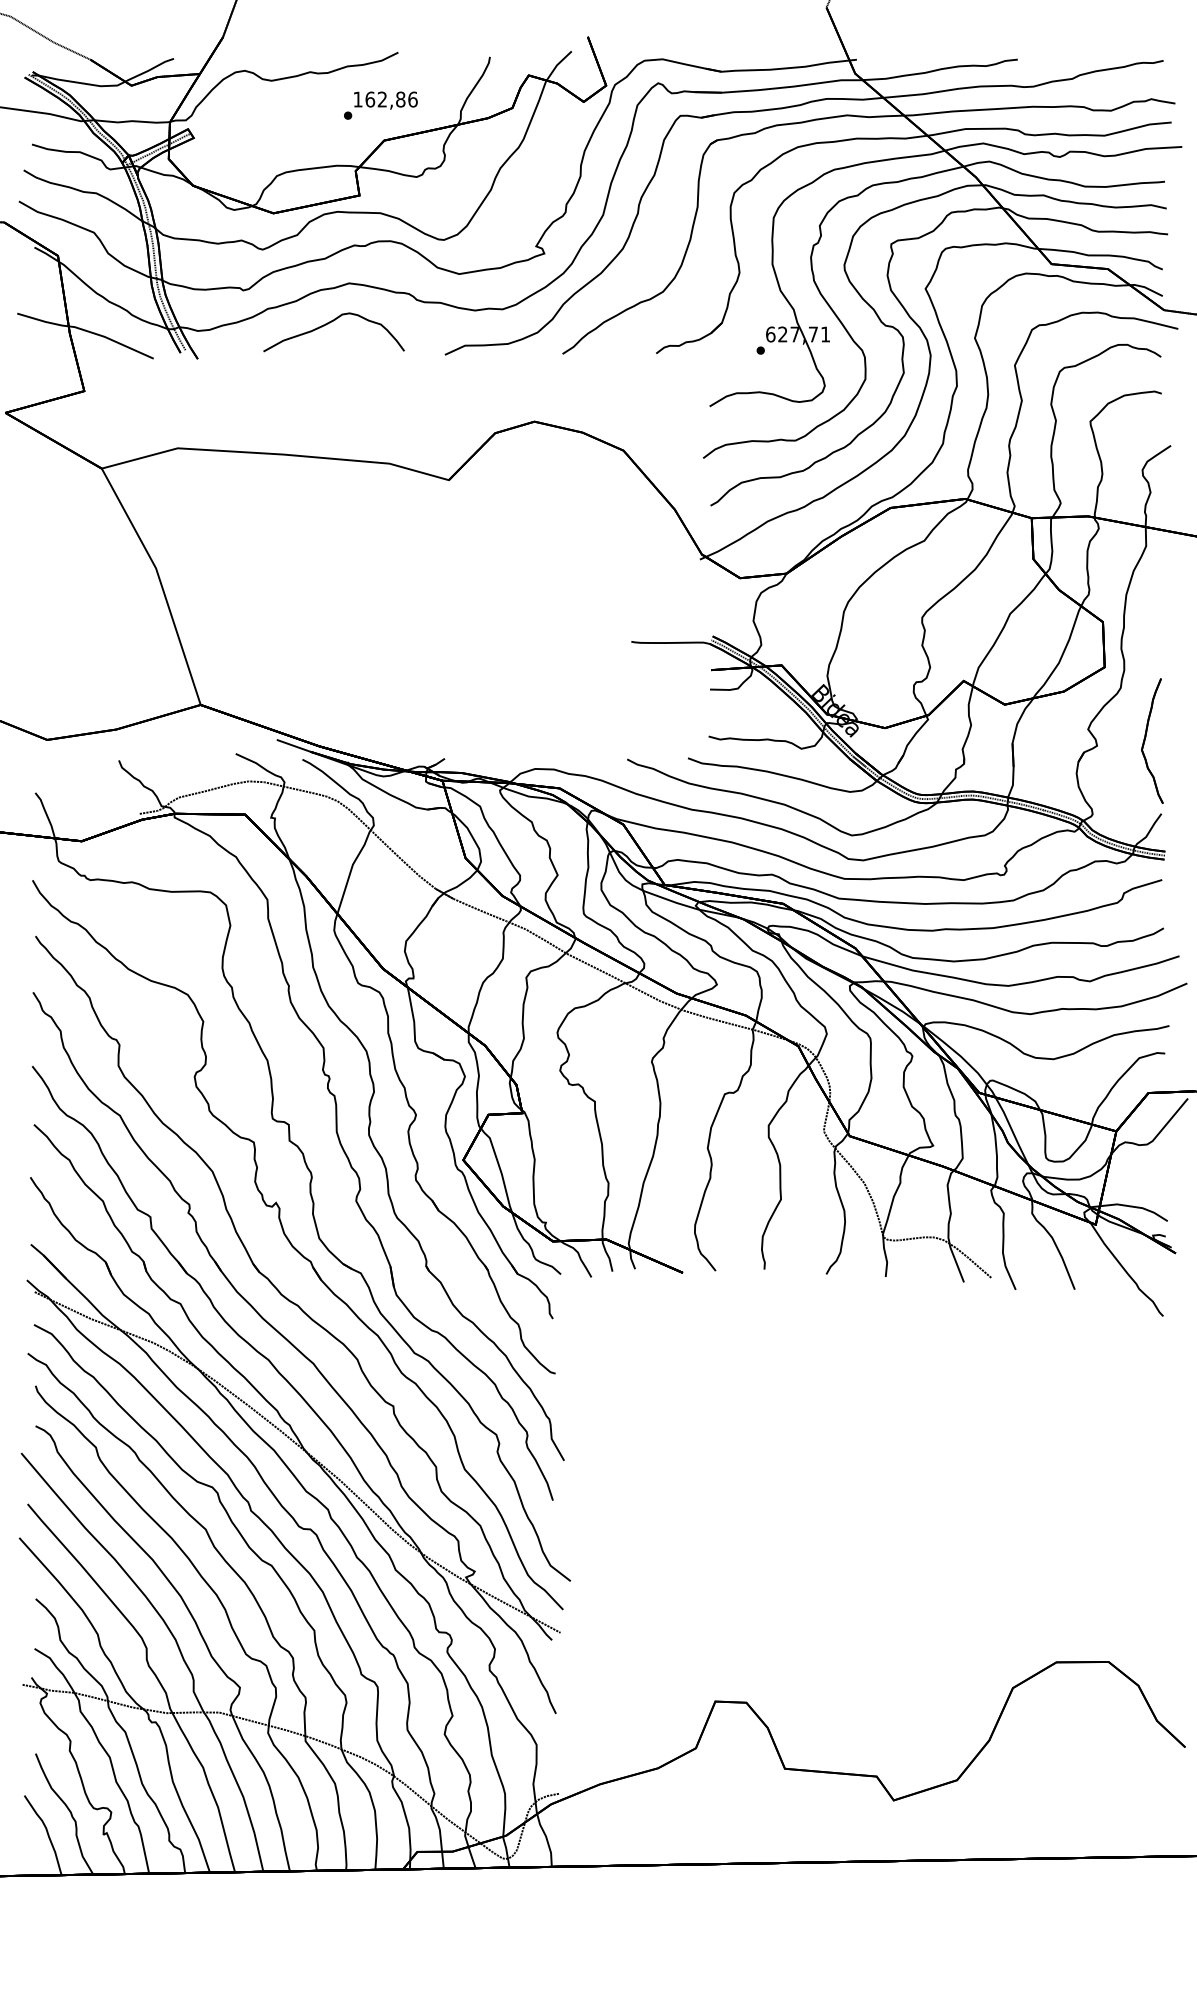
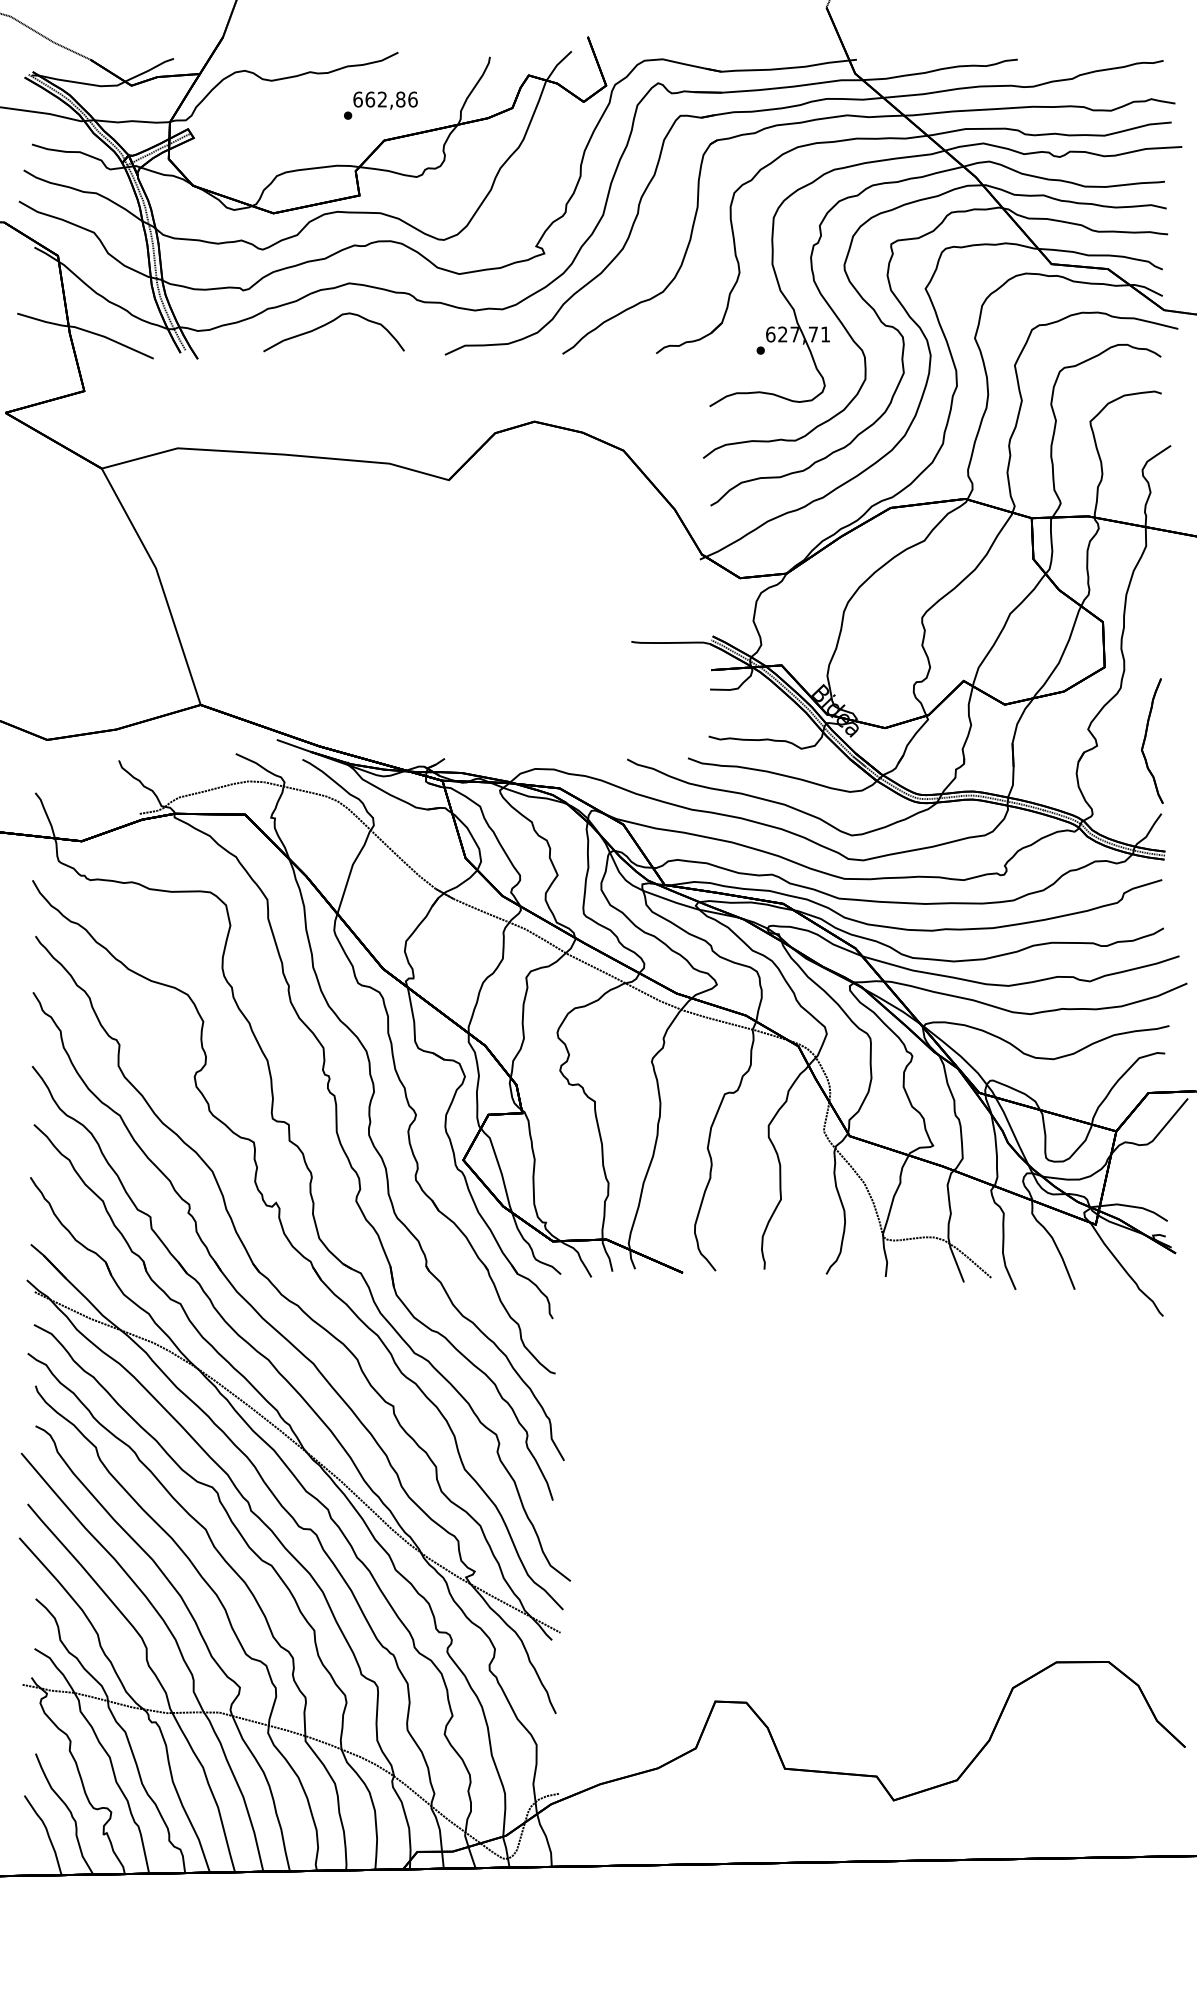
text at (357, 99): 162,86 -> 662,86
